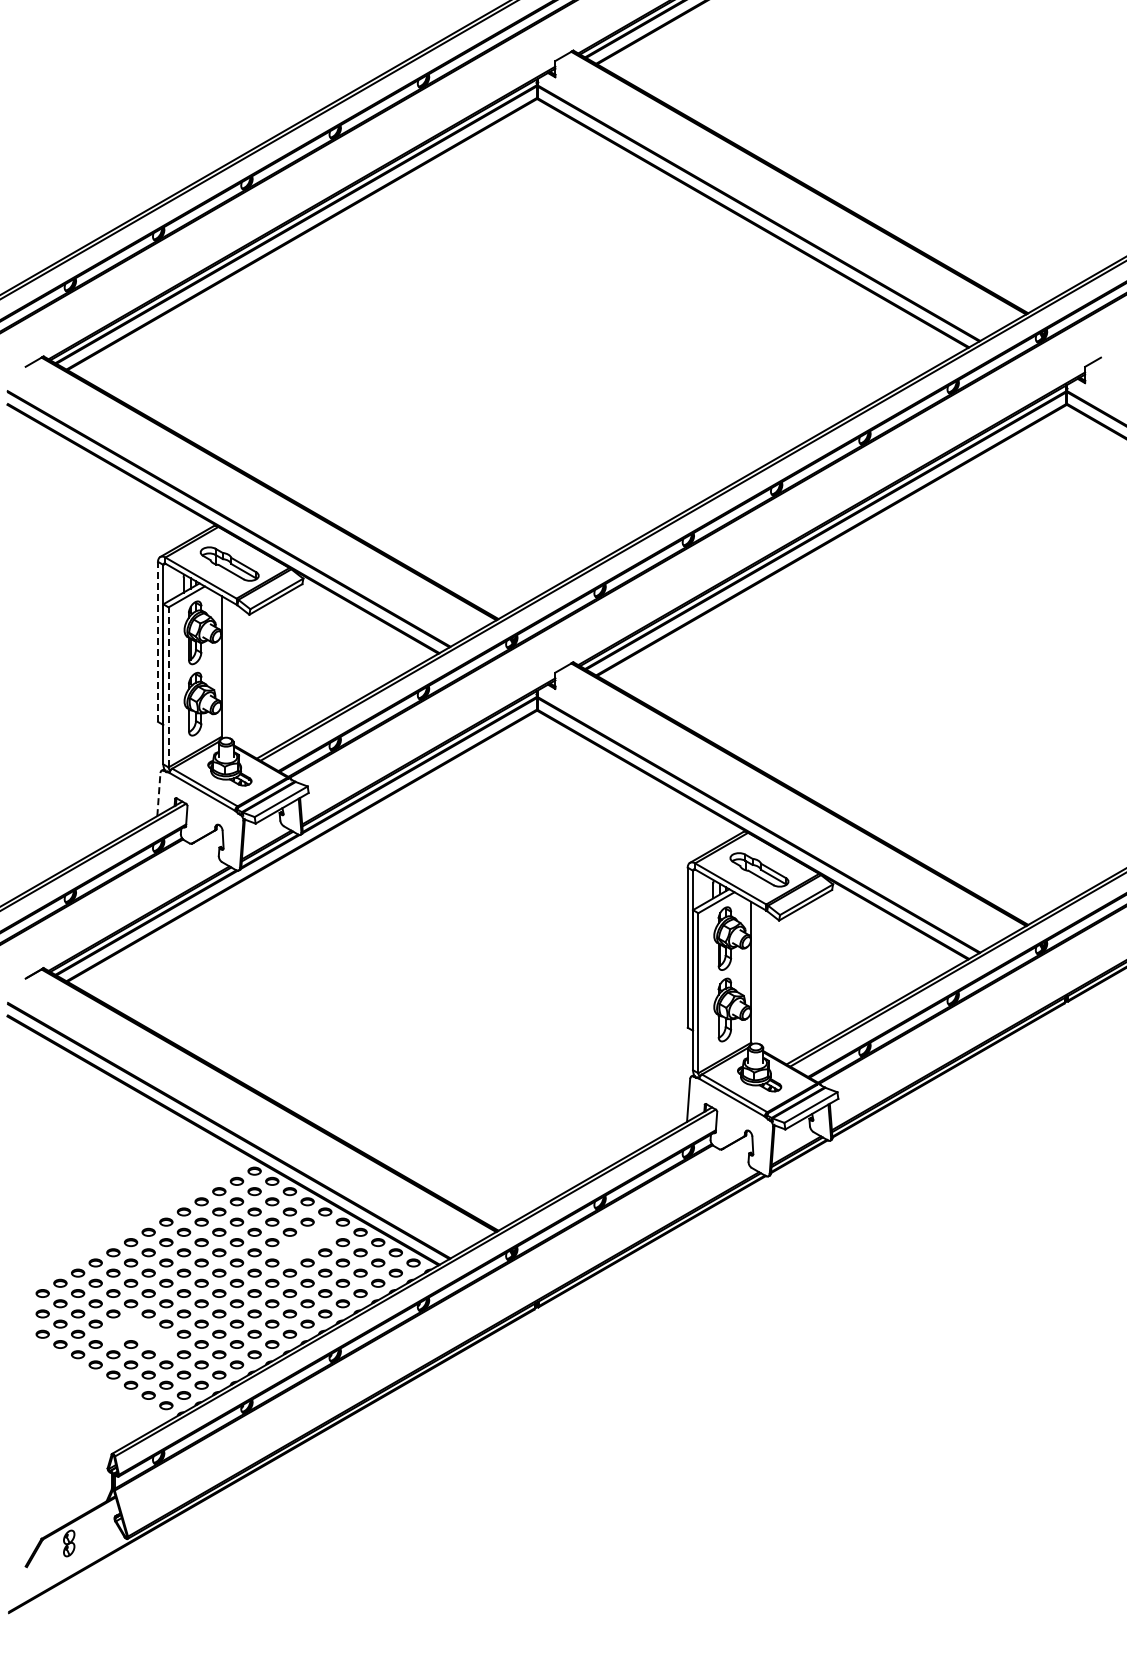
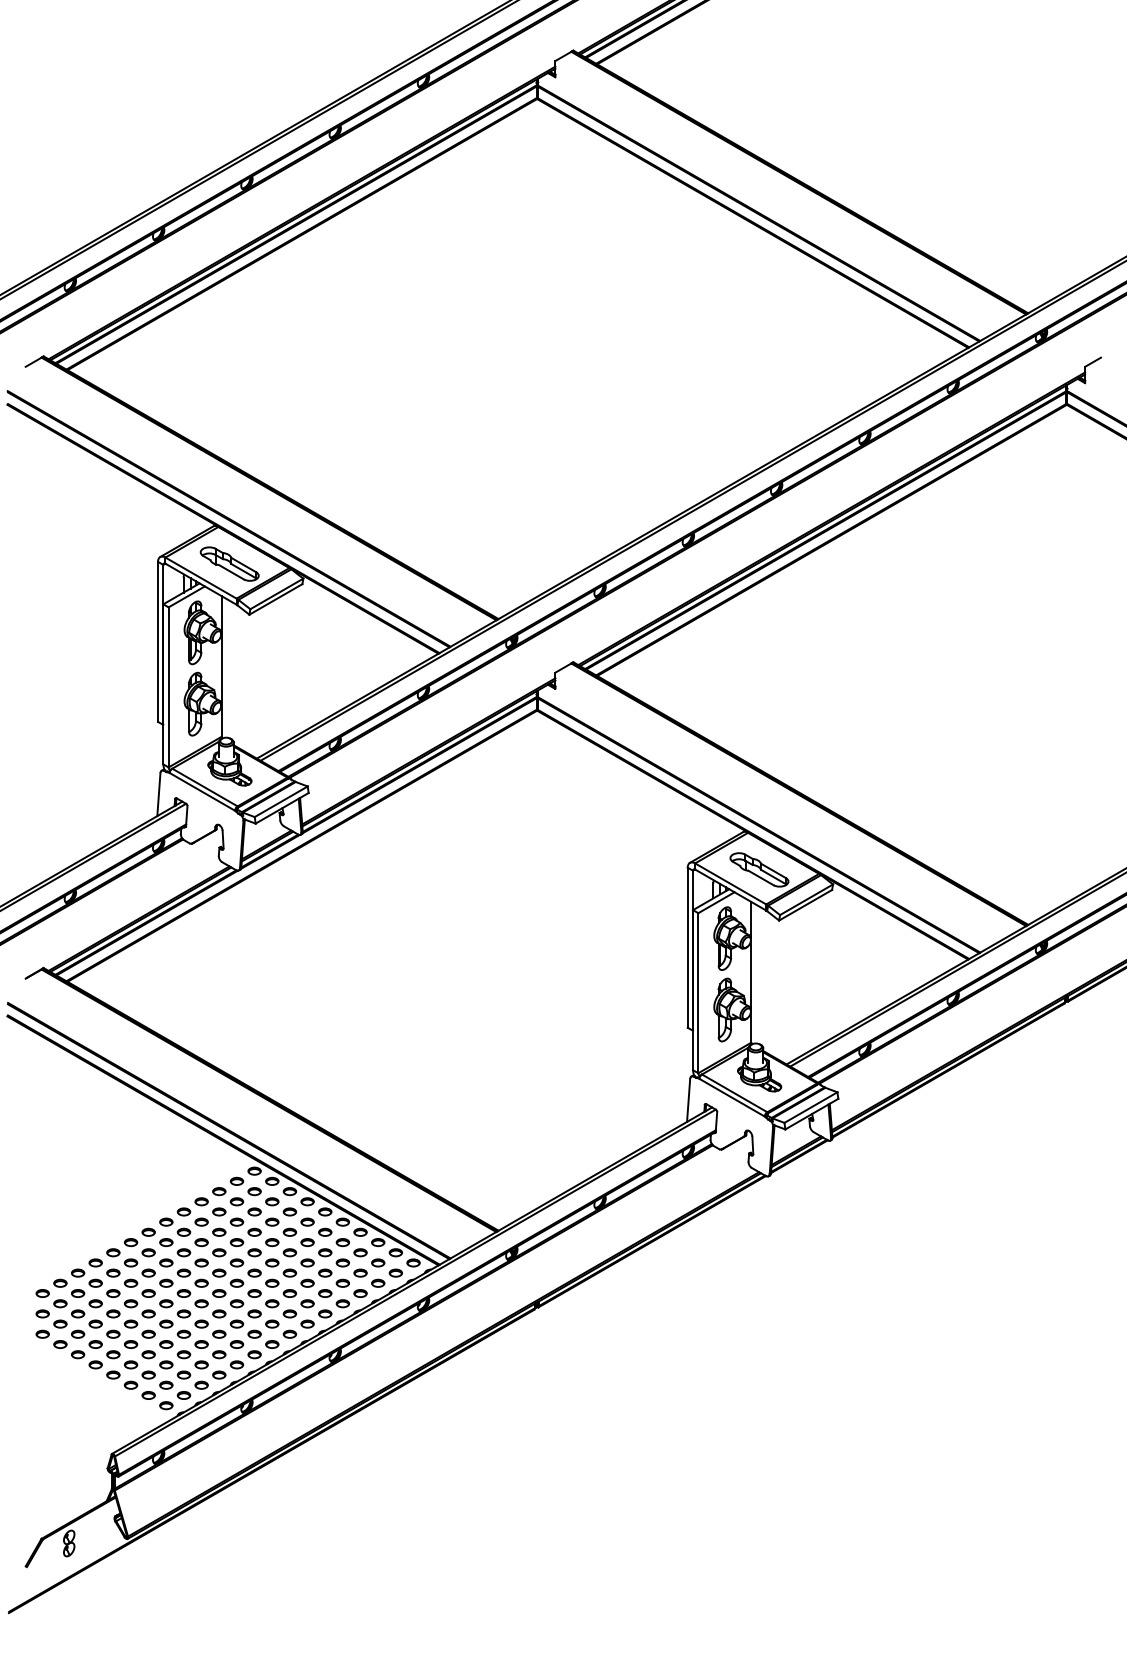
line at (158, 641): dashed -> solid
line at (168, 686): dashed -> solid
line at (158, 794): dashed -> solid
part at (307, 1242): none -> present
part at (139, 1333): none -> present
